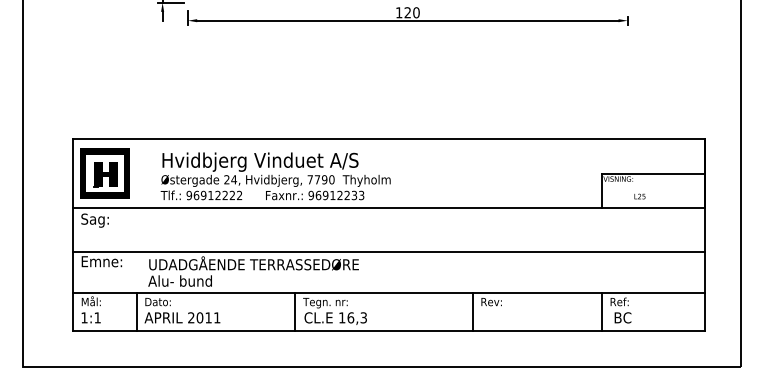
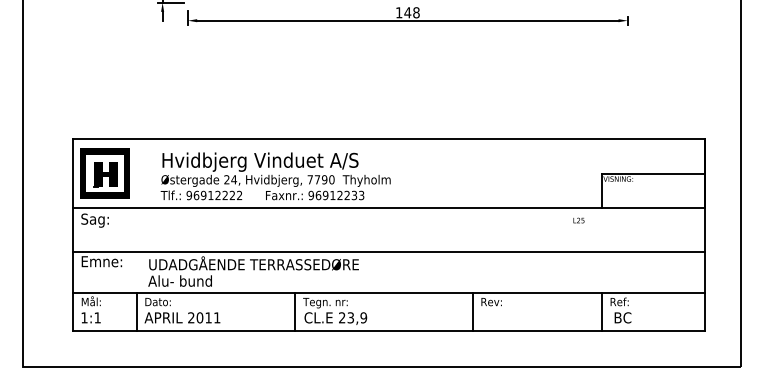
text at (411, 12): 120 -> 148
text at (639, 196) position: (639, 196) -> (578, 220)
text at (353, 317): 16,3 -> 23,9
